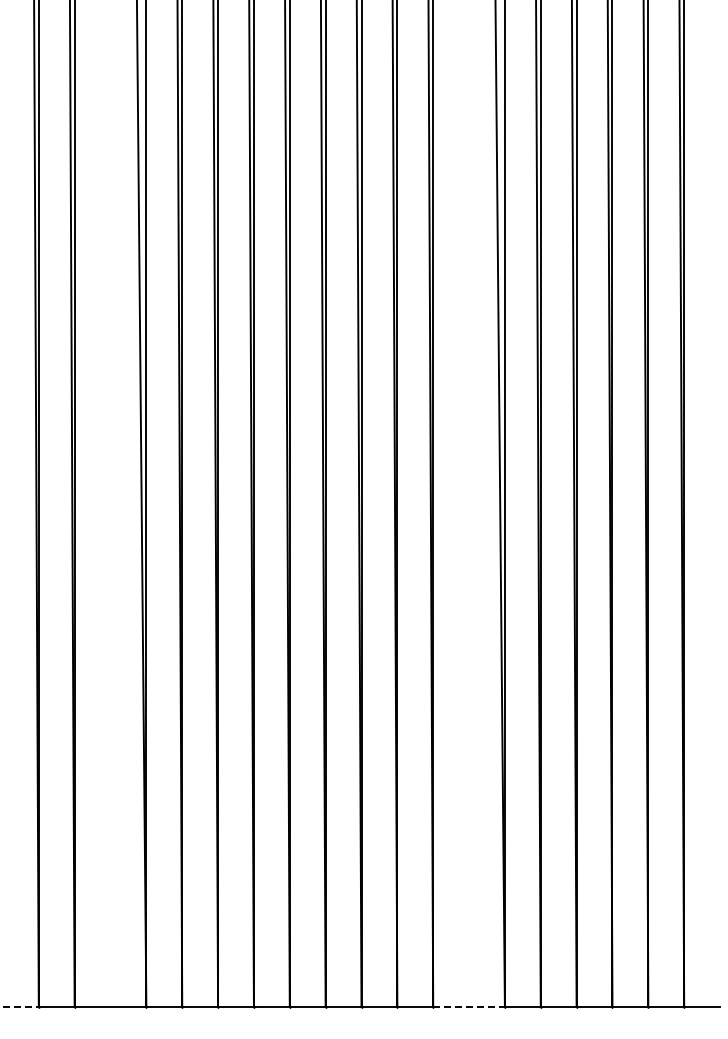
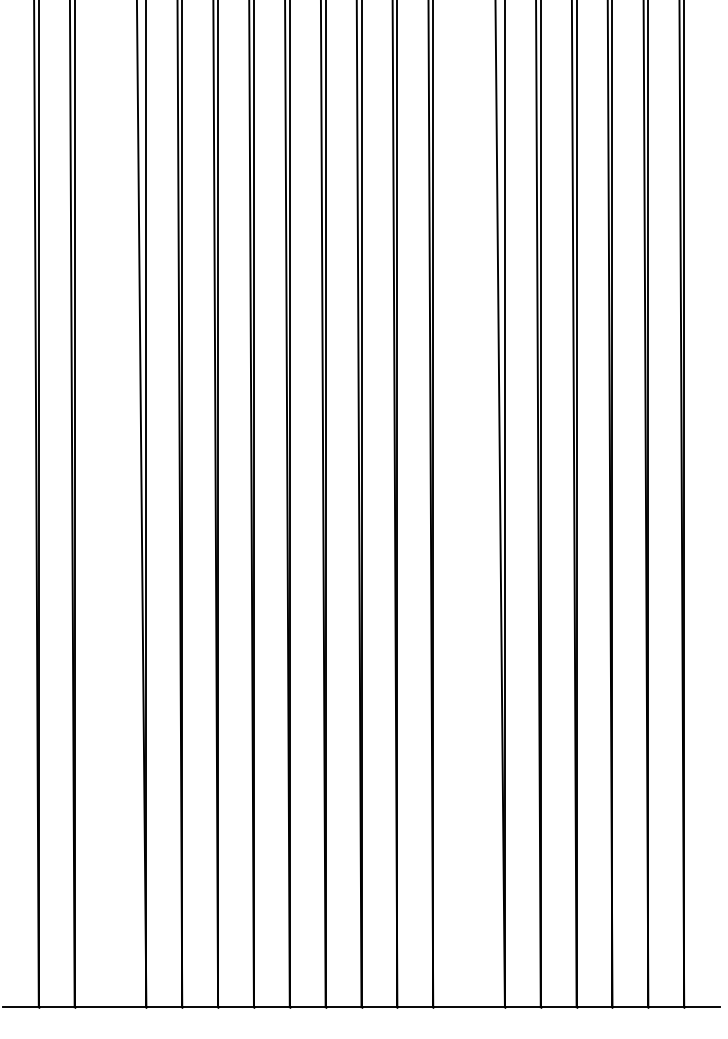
line at (20, 1007): dashed -> solid
line at (469, 1007): dashed -> solid
